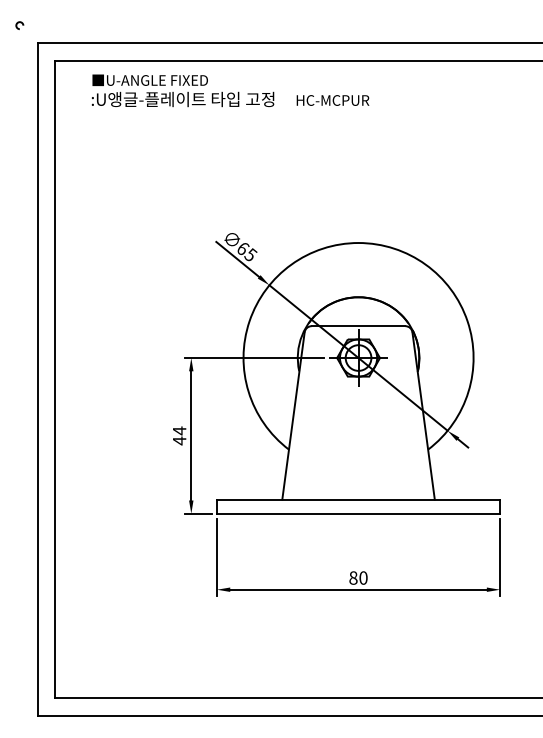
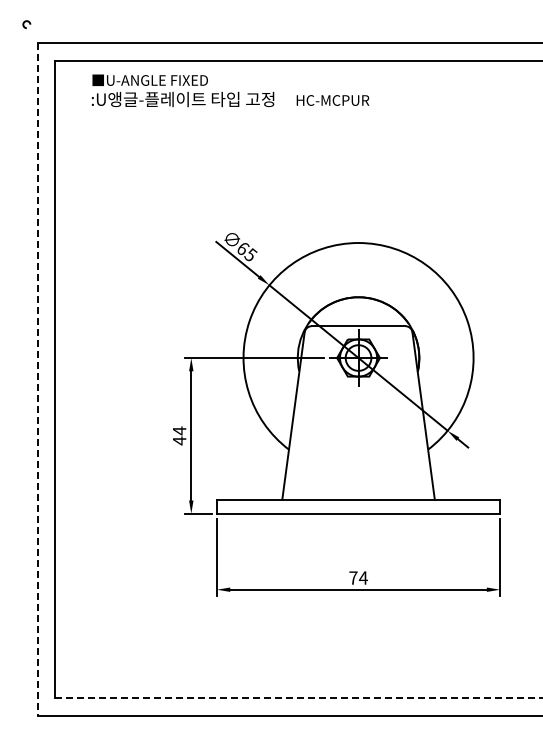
arc at (19, 23) position: (19, 23) -> (26, 22)
line at (37, 380): solid -> dashed
text at (358, 577): 80 -> 74
line at (299, 698): solid -> dashed
